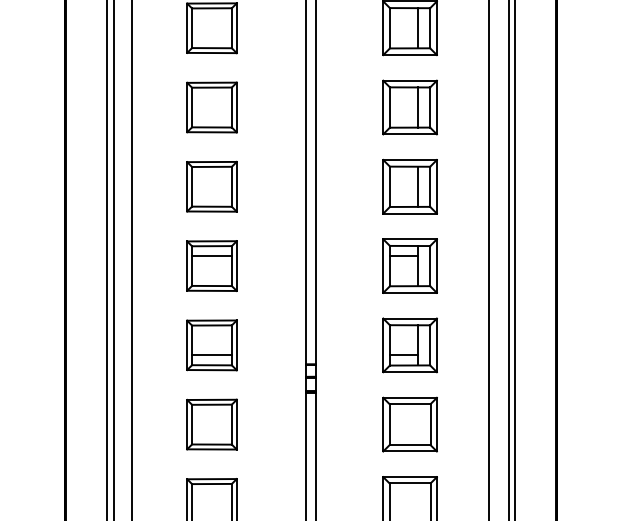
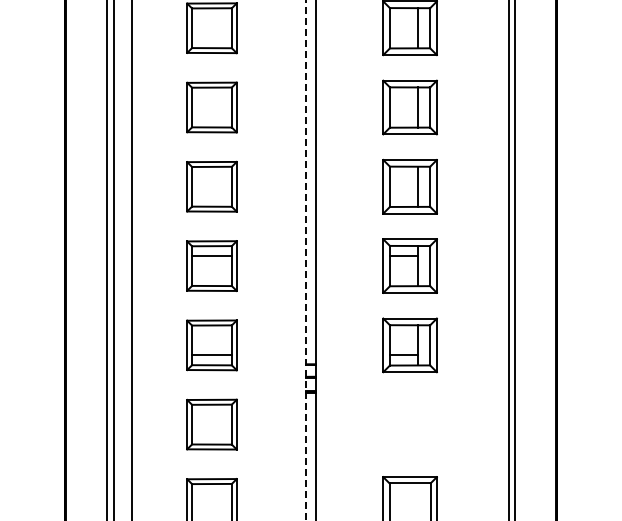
line at (489, 259): present -> none
line at (306, 260): solid -> dashed
part at (409, 424): present -> none
